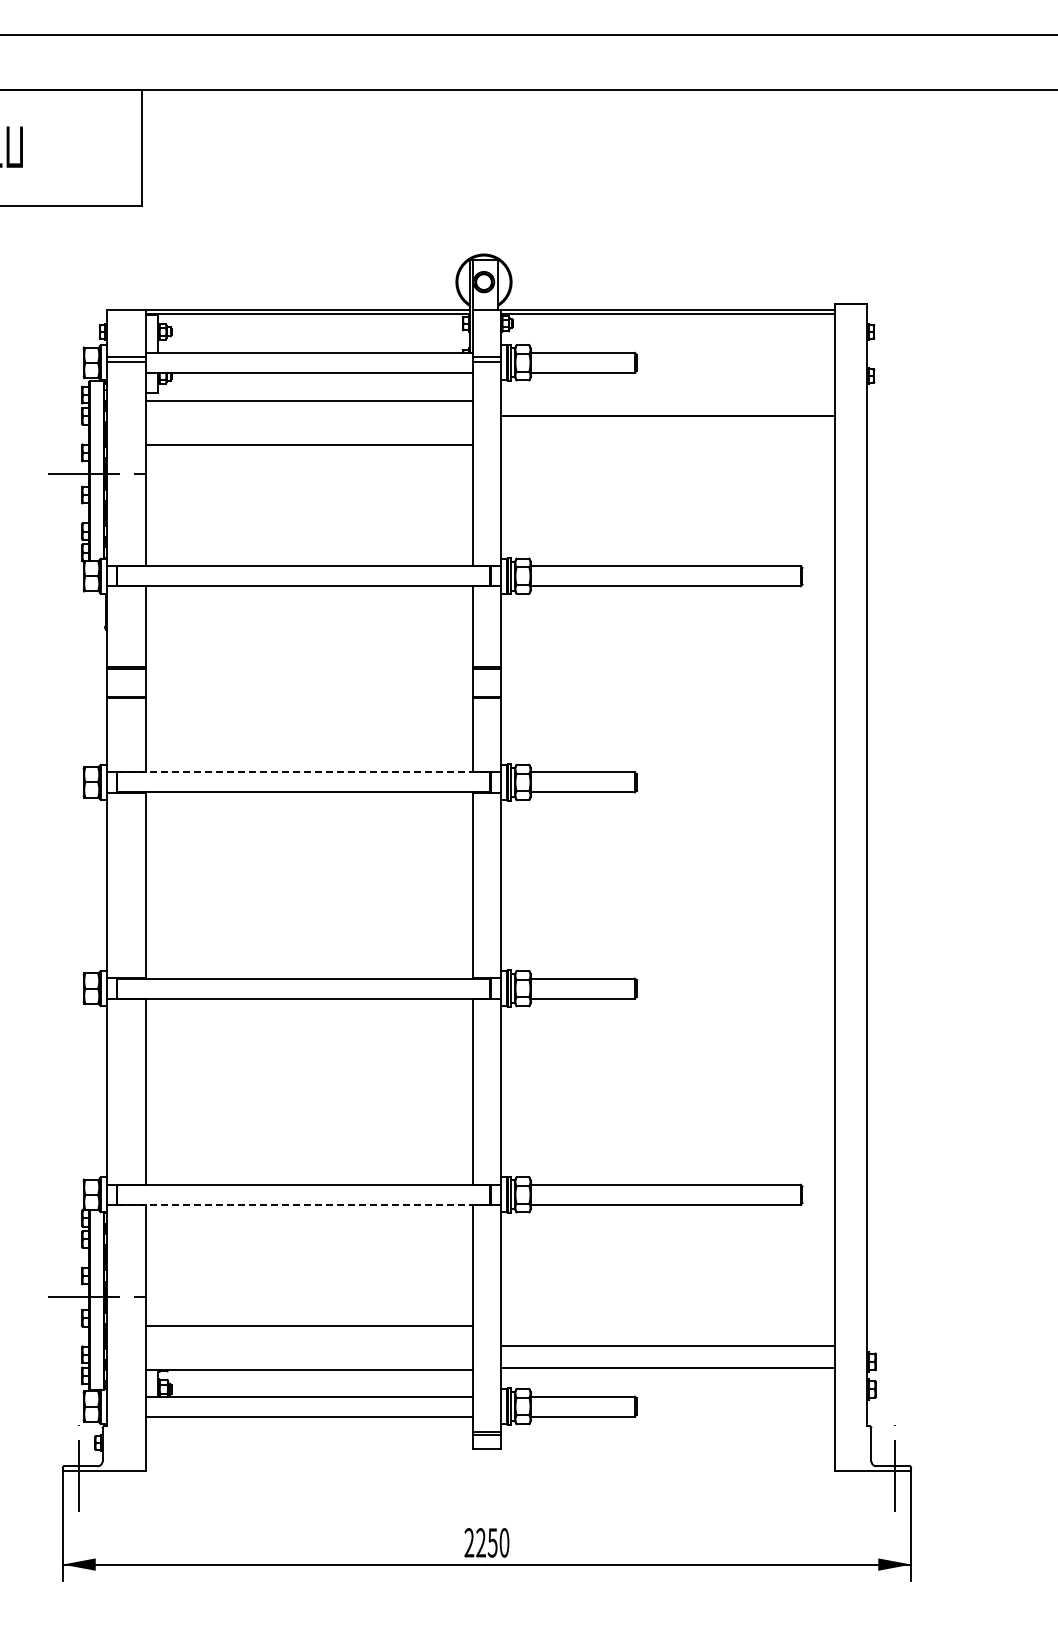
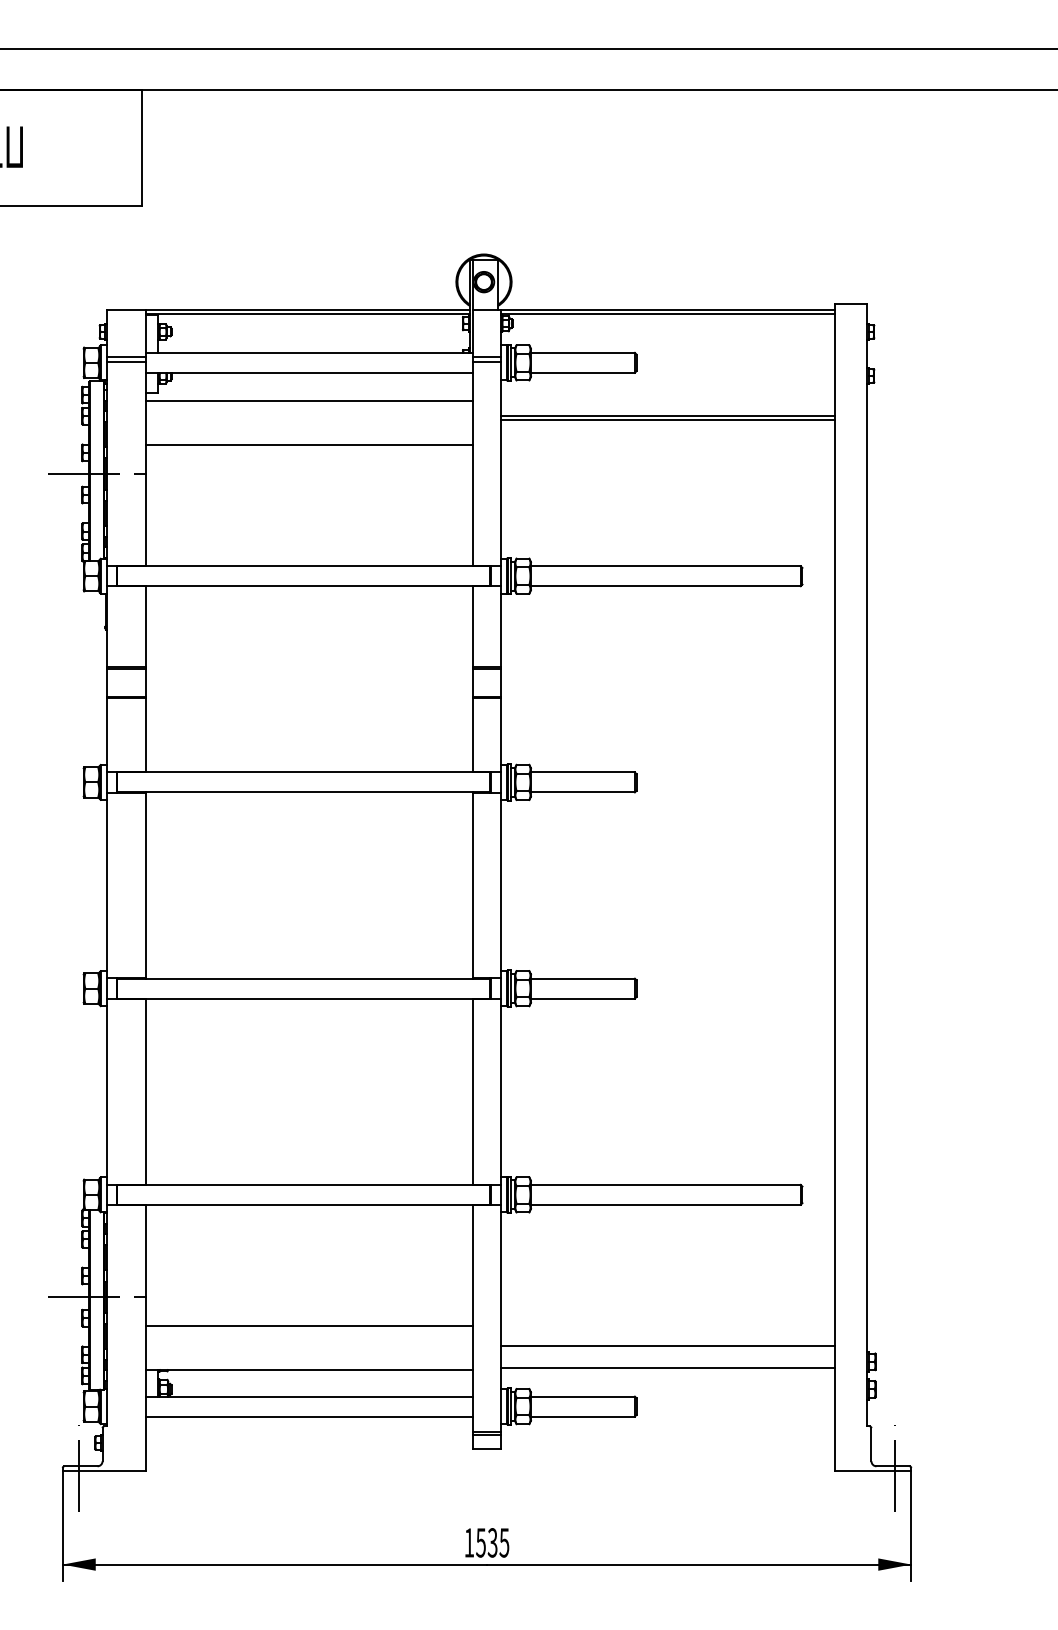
line at (528, 34) position: (528, 34) -> (528, 48)
line at (667, 420): none -> present
line at (304, 772): dashed -> solid
line at (304, 1204): dashed -> solid
text at (486, 1542): 2250 -> 1535
